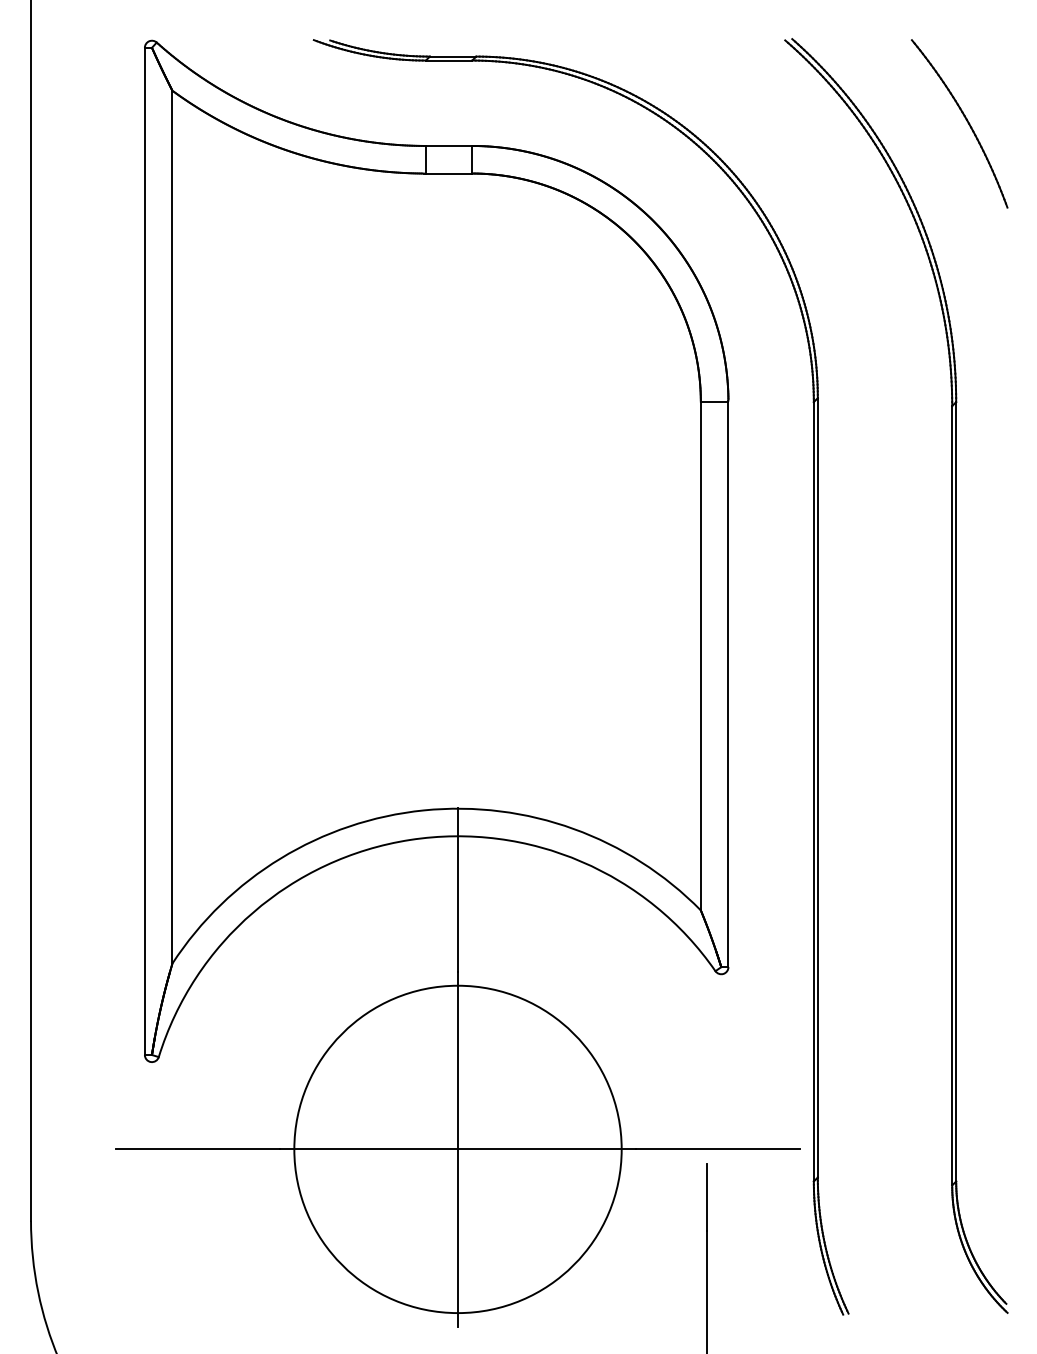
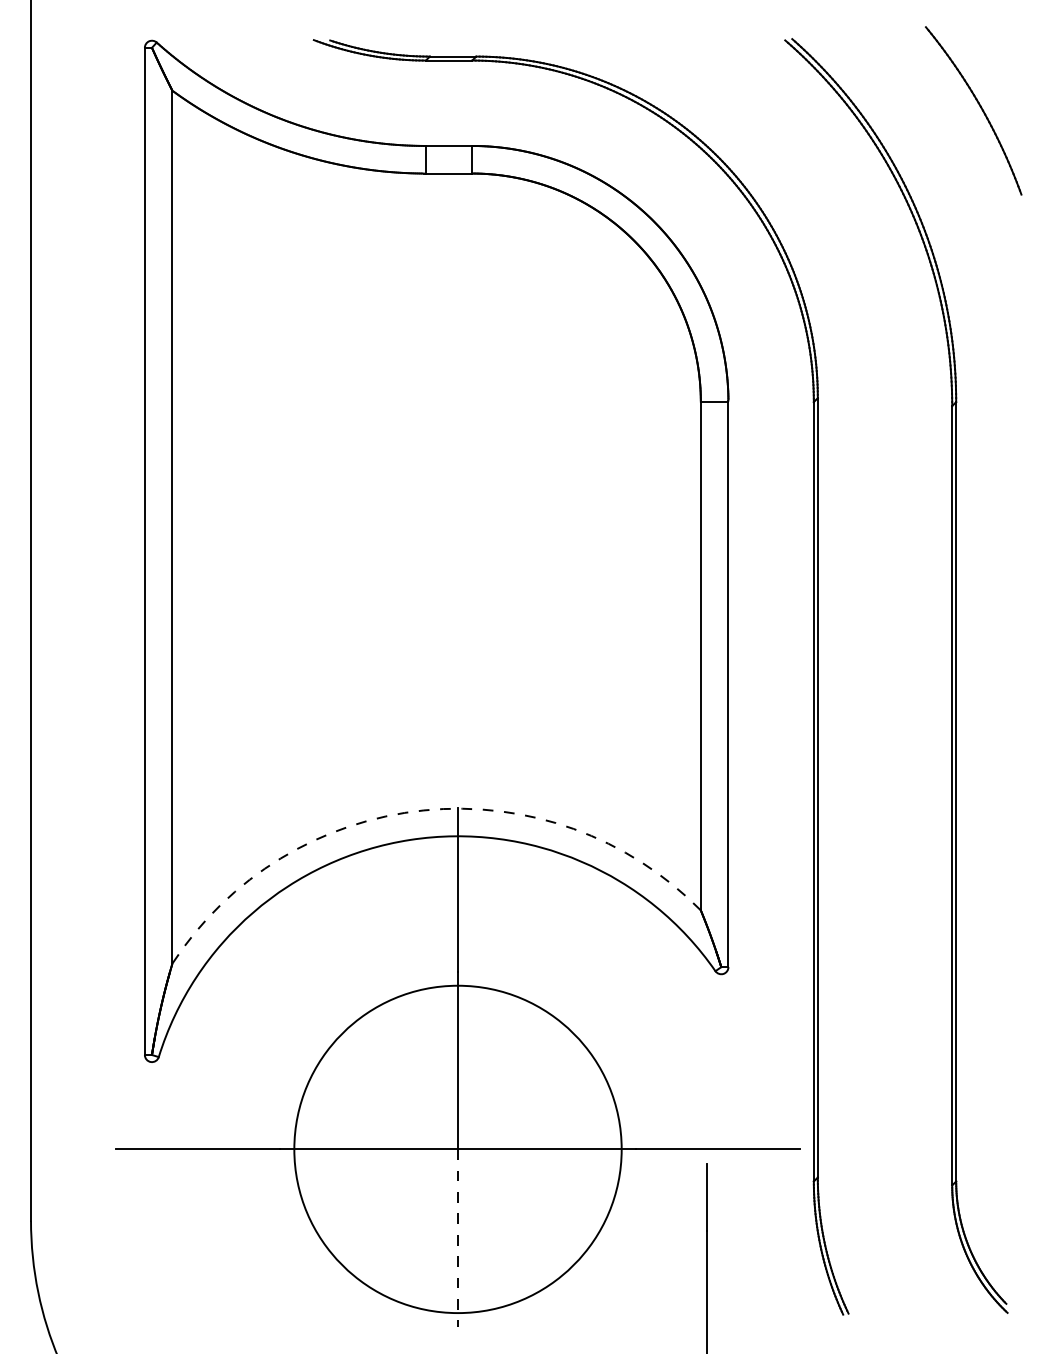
part at (965, 119) position: (965, 119) -> (979, 106)
arc at (423, 810): solid -> dashed
line at (458, 1238): solid -> dashed
